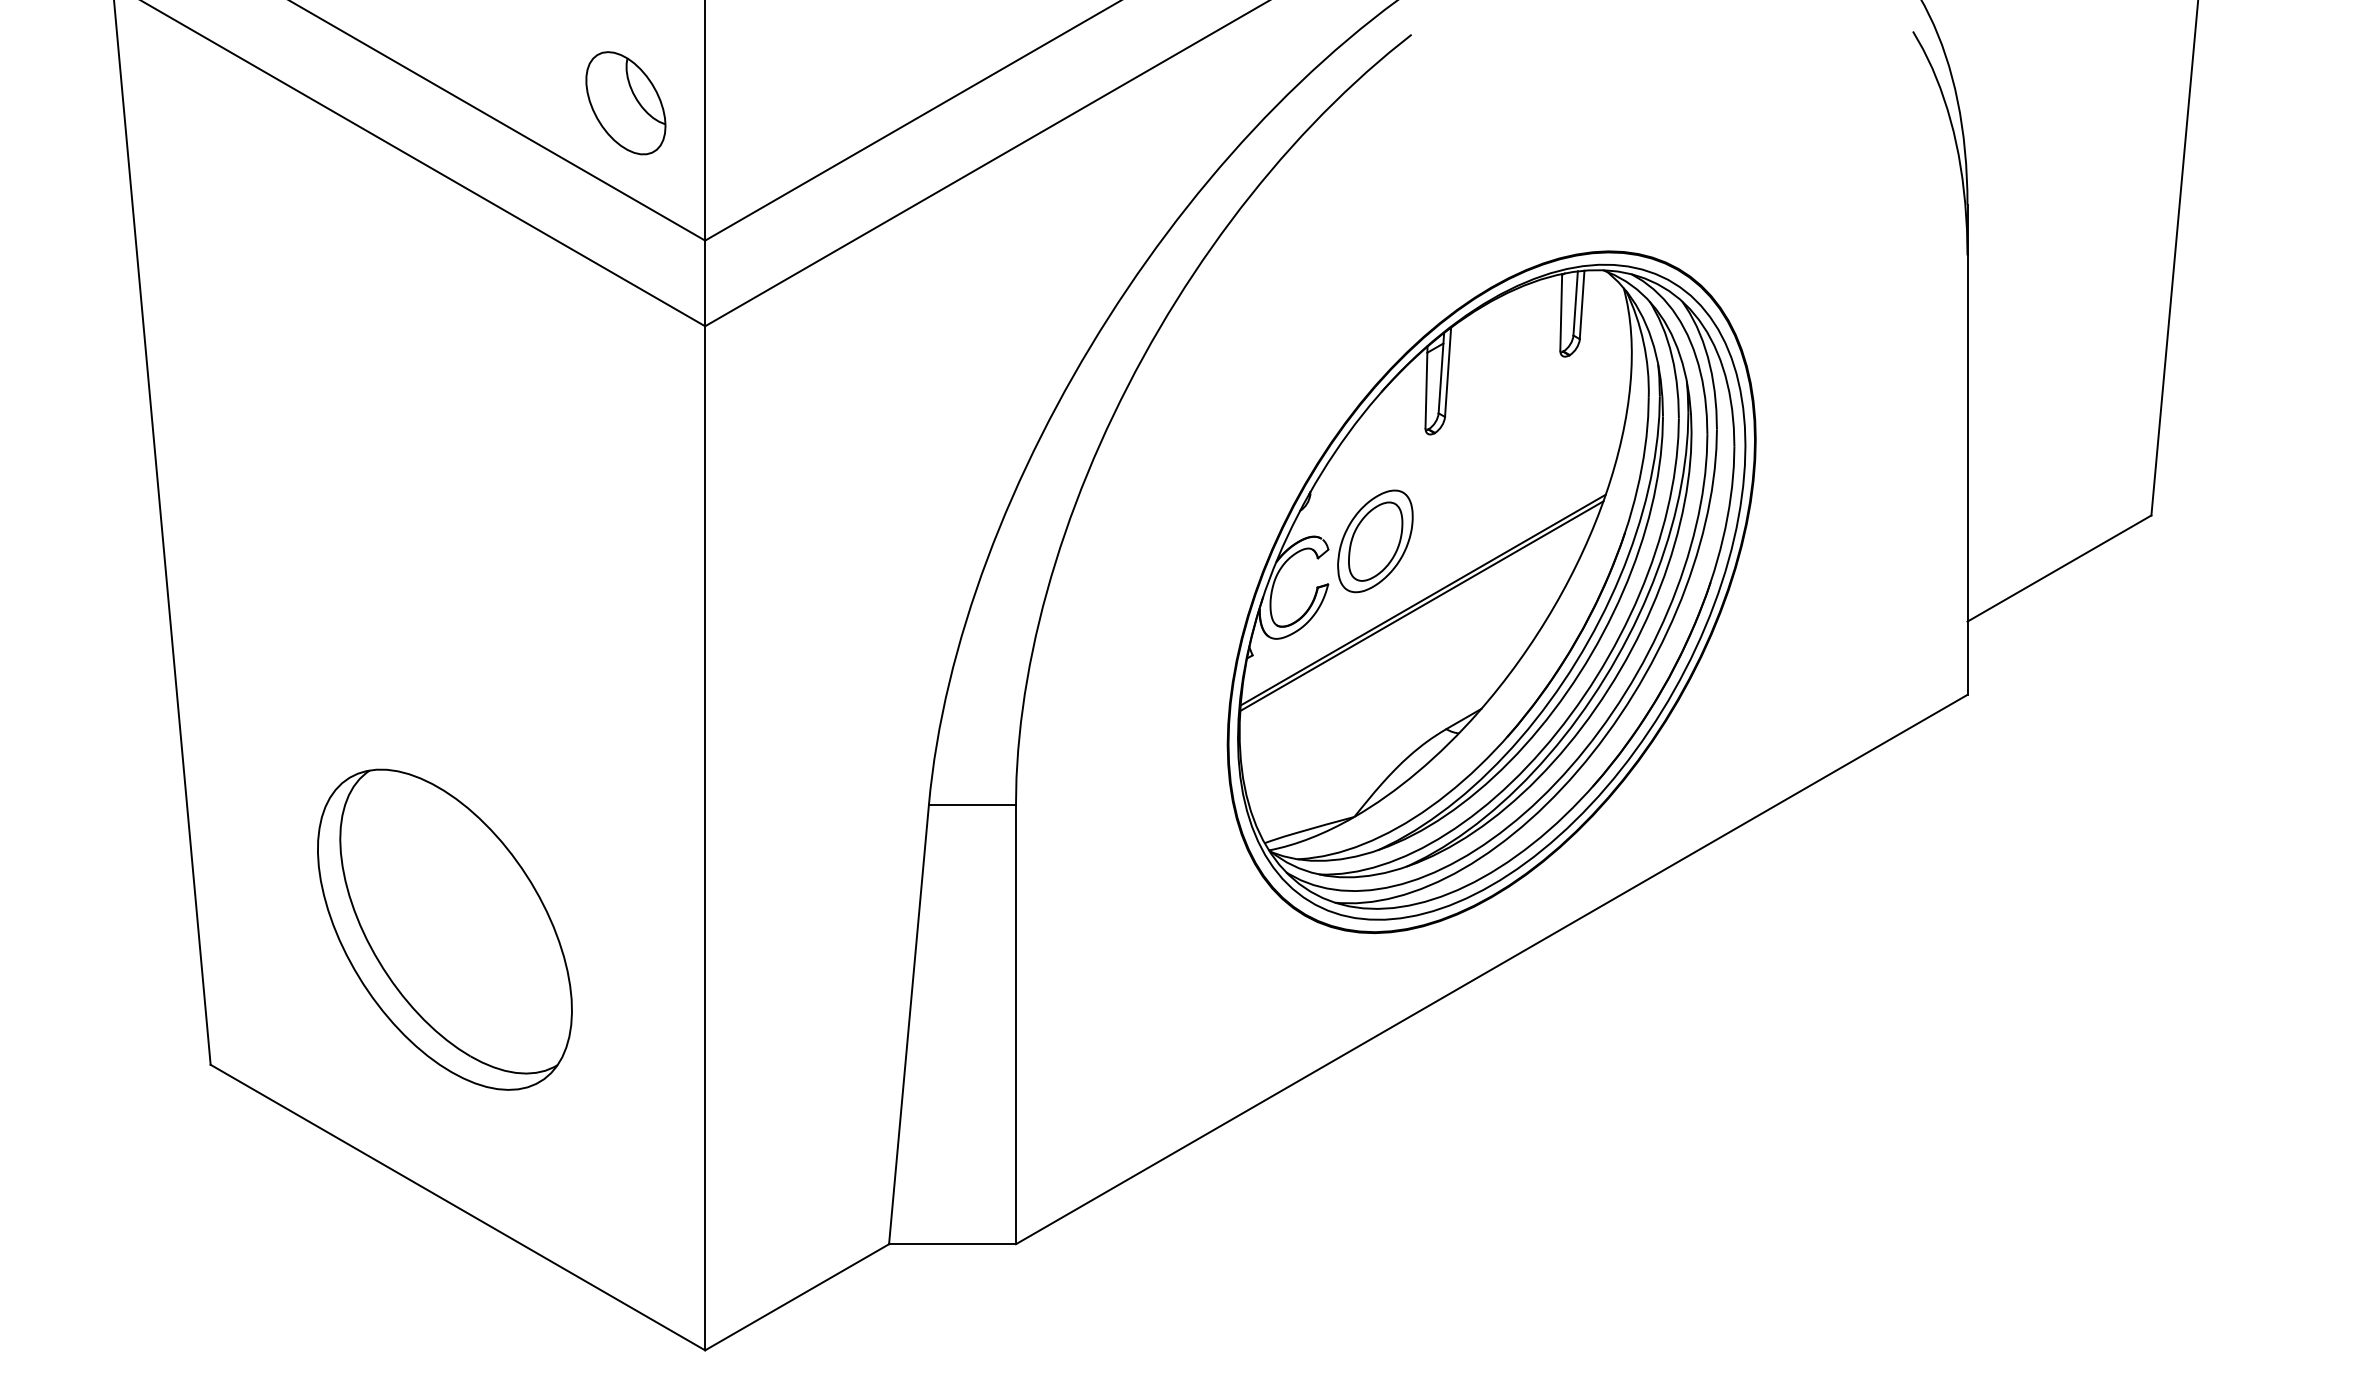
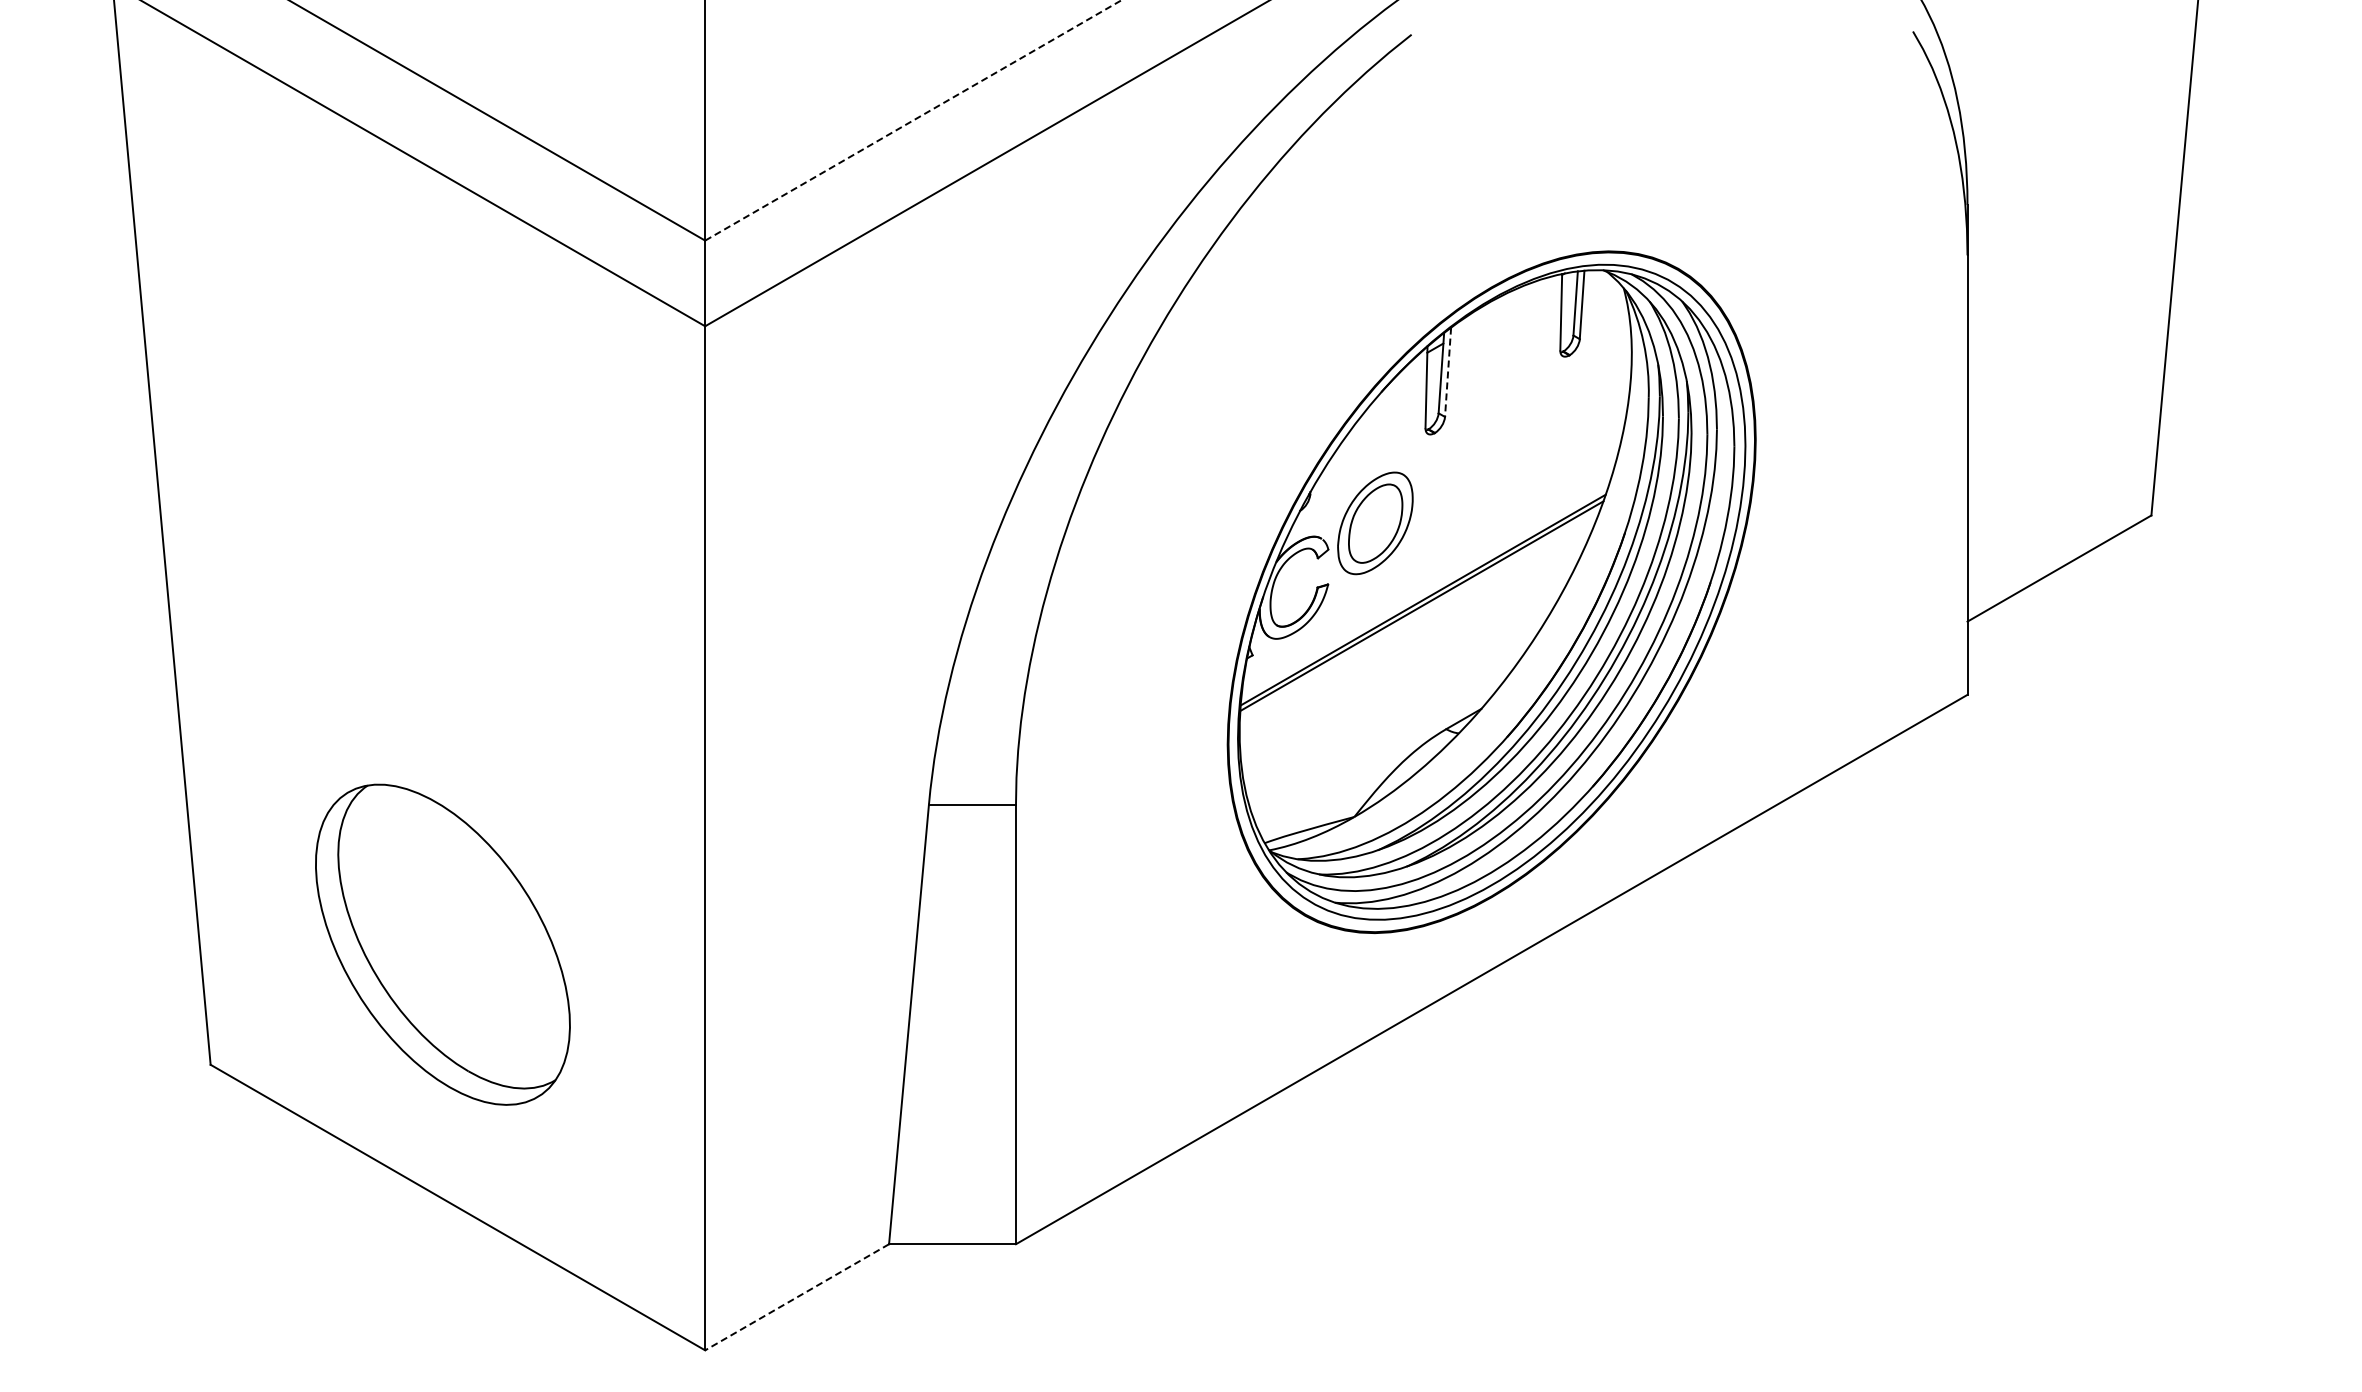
part at (625, 103): present -> none
line at (913, 120): solid -> dashed
line at (1448, 372): solid -> dashed
part at (1375, 541) position: (1375, 541) -> (1375, 523)
part at (444, 929) position: (444, 929) -> (442, 944)
line at (796, 1297): solid -> dashed
